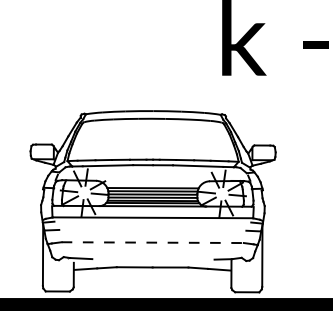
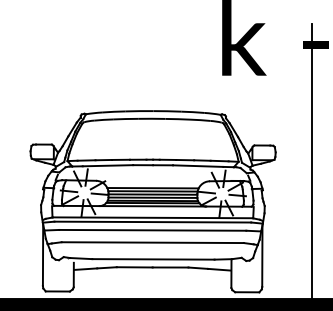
line at (312, 165): none -> present
line at (152, 221): none -> present
line at (152, 229): none -> present
line at (153, 242): dashed -> solid
line at (153, 259): none -> present
